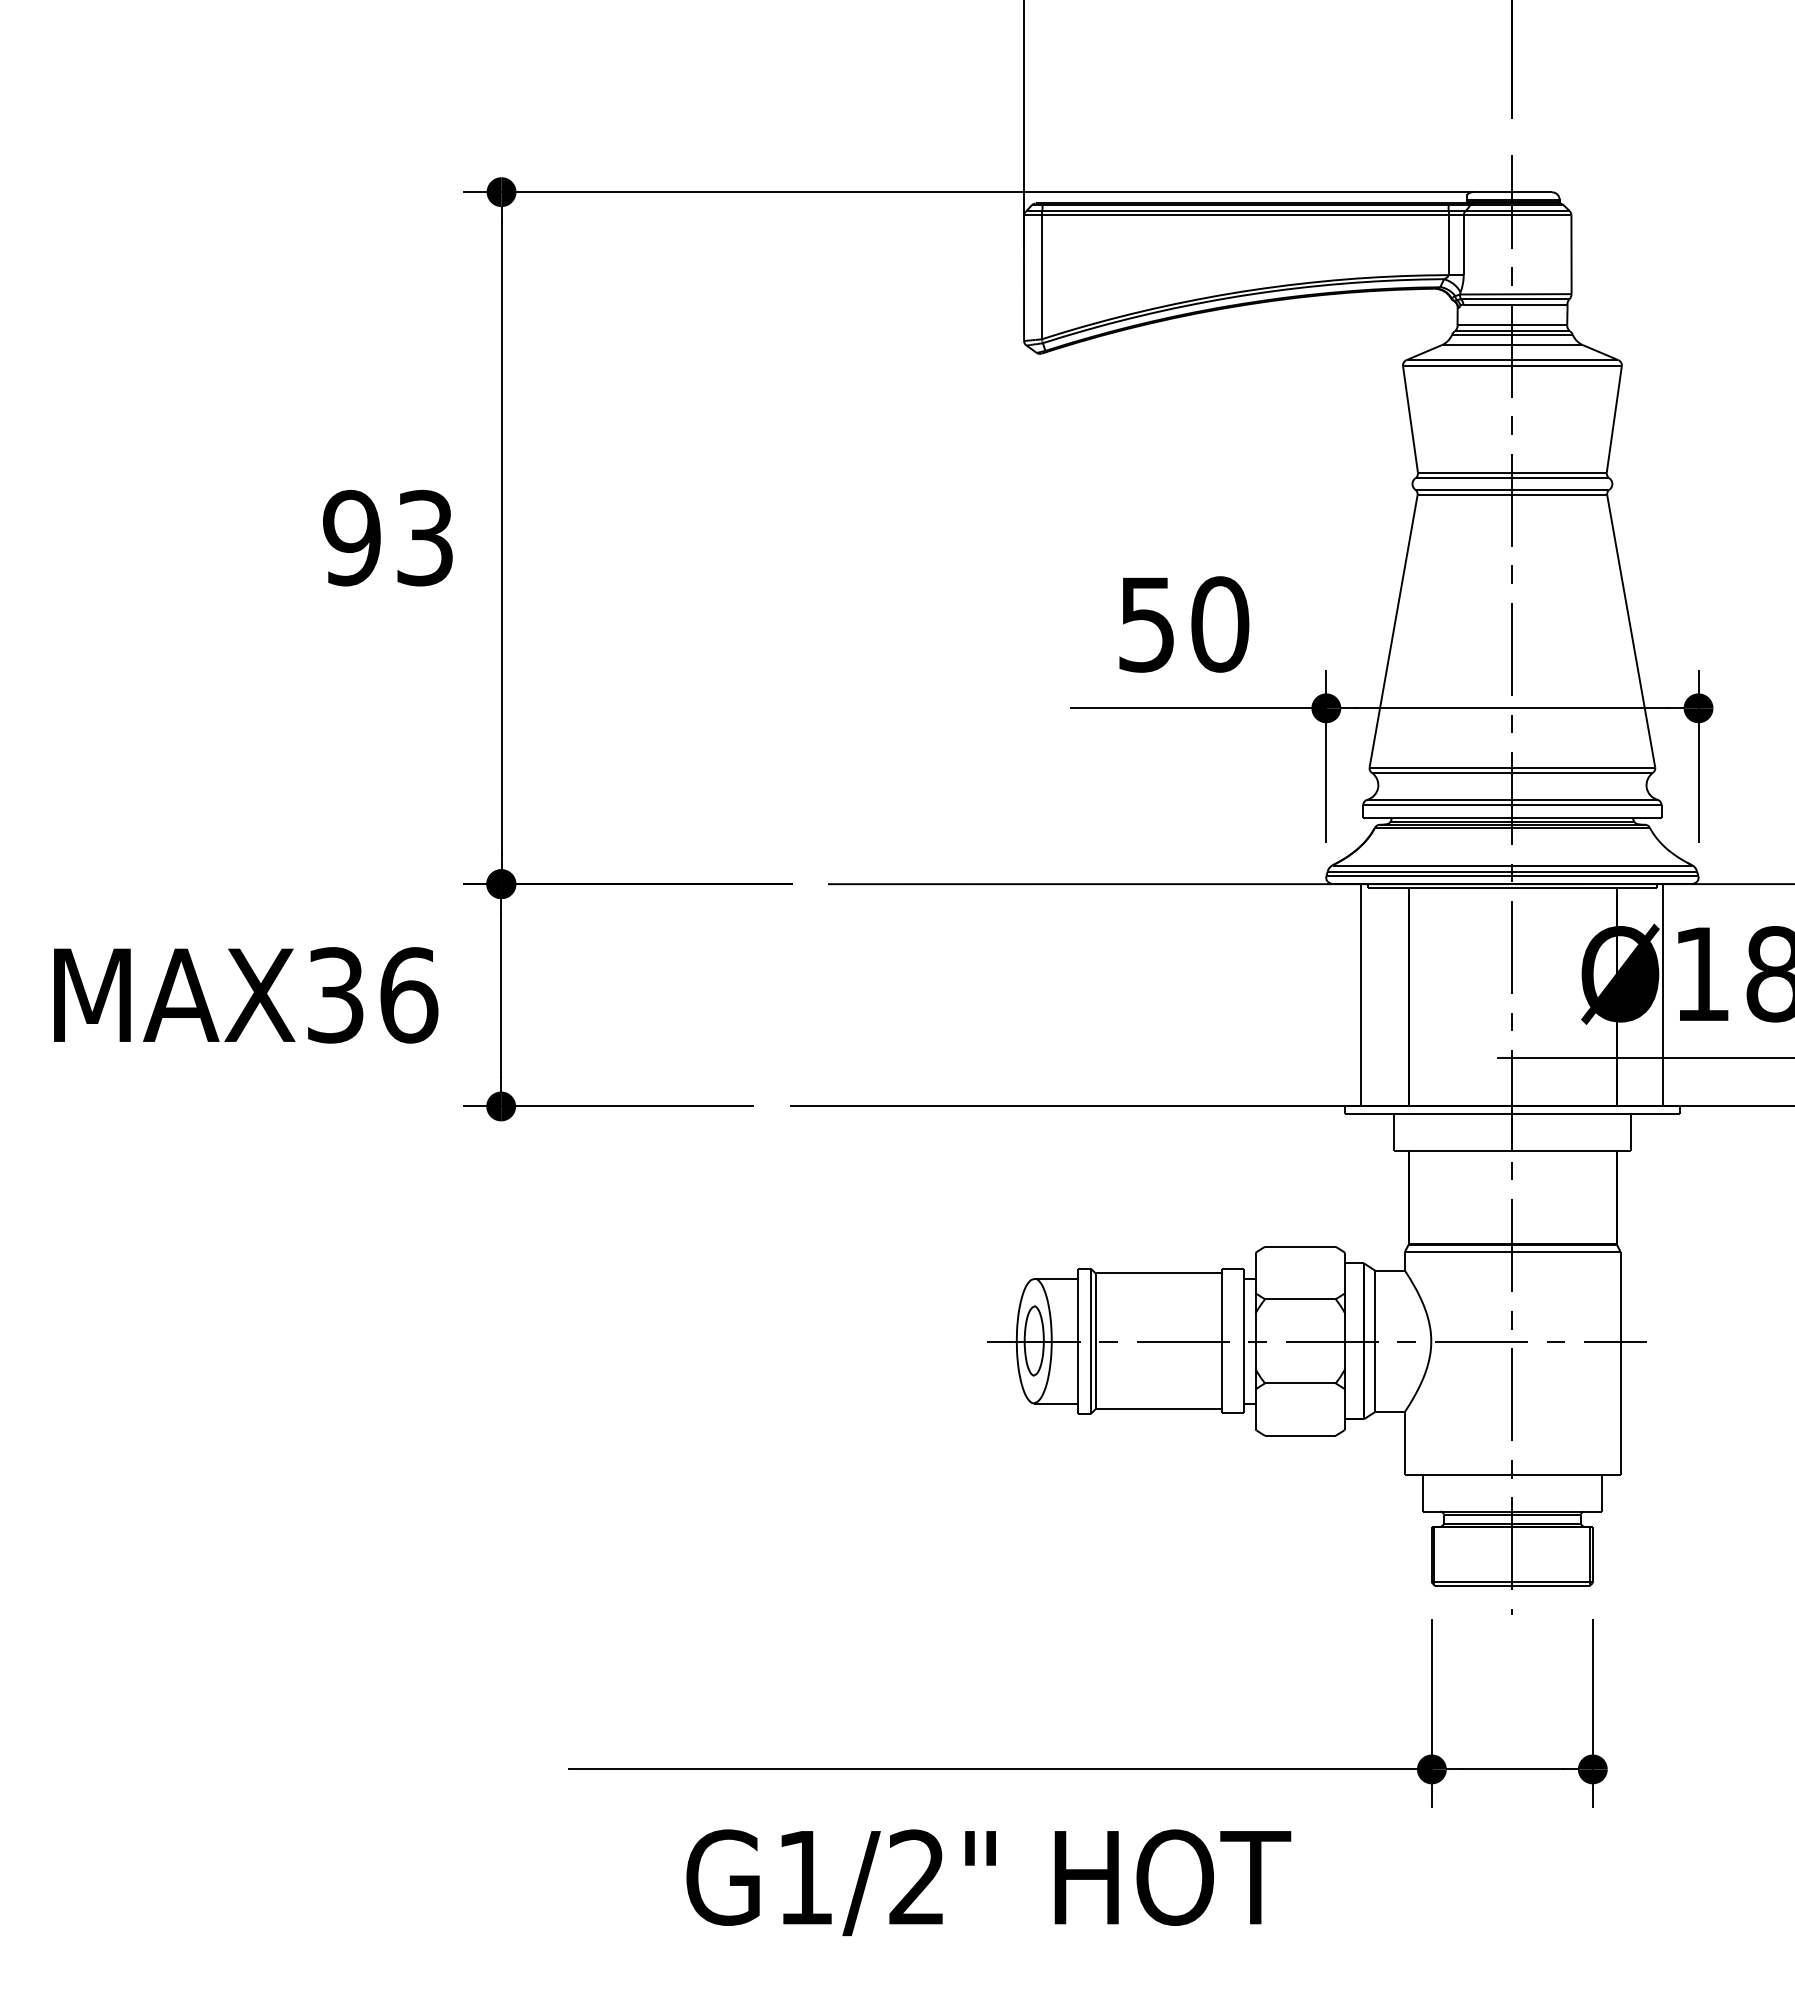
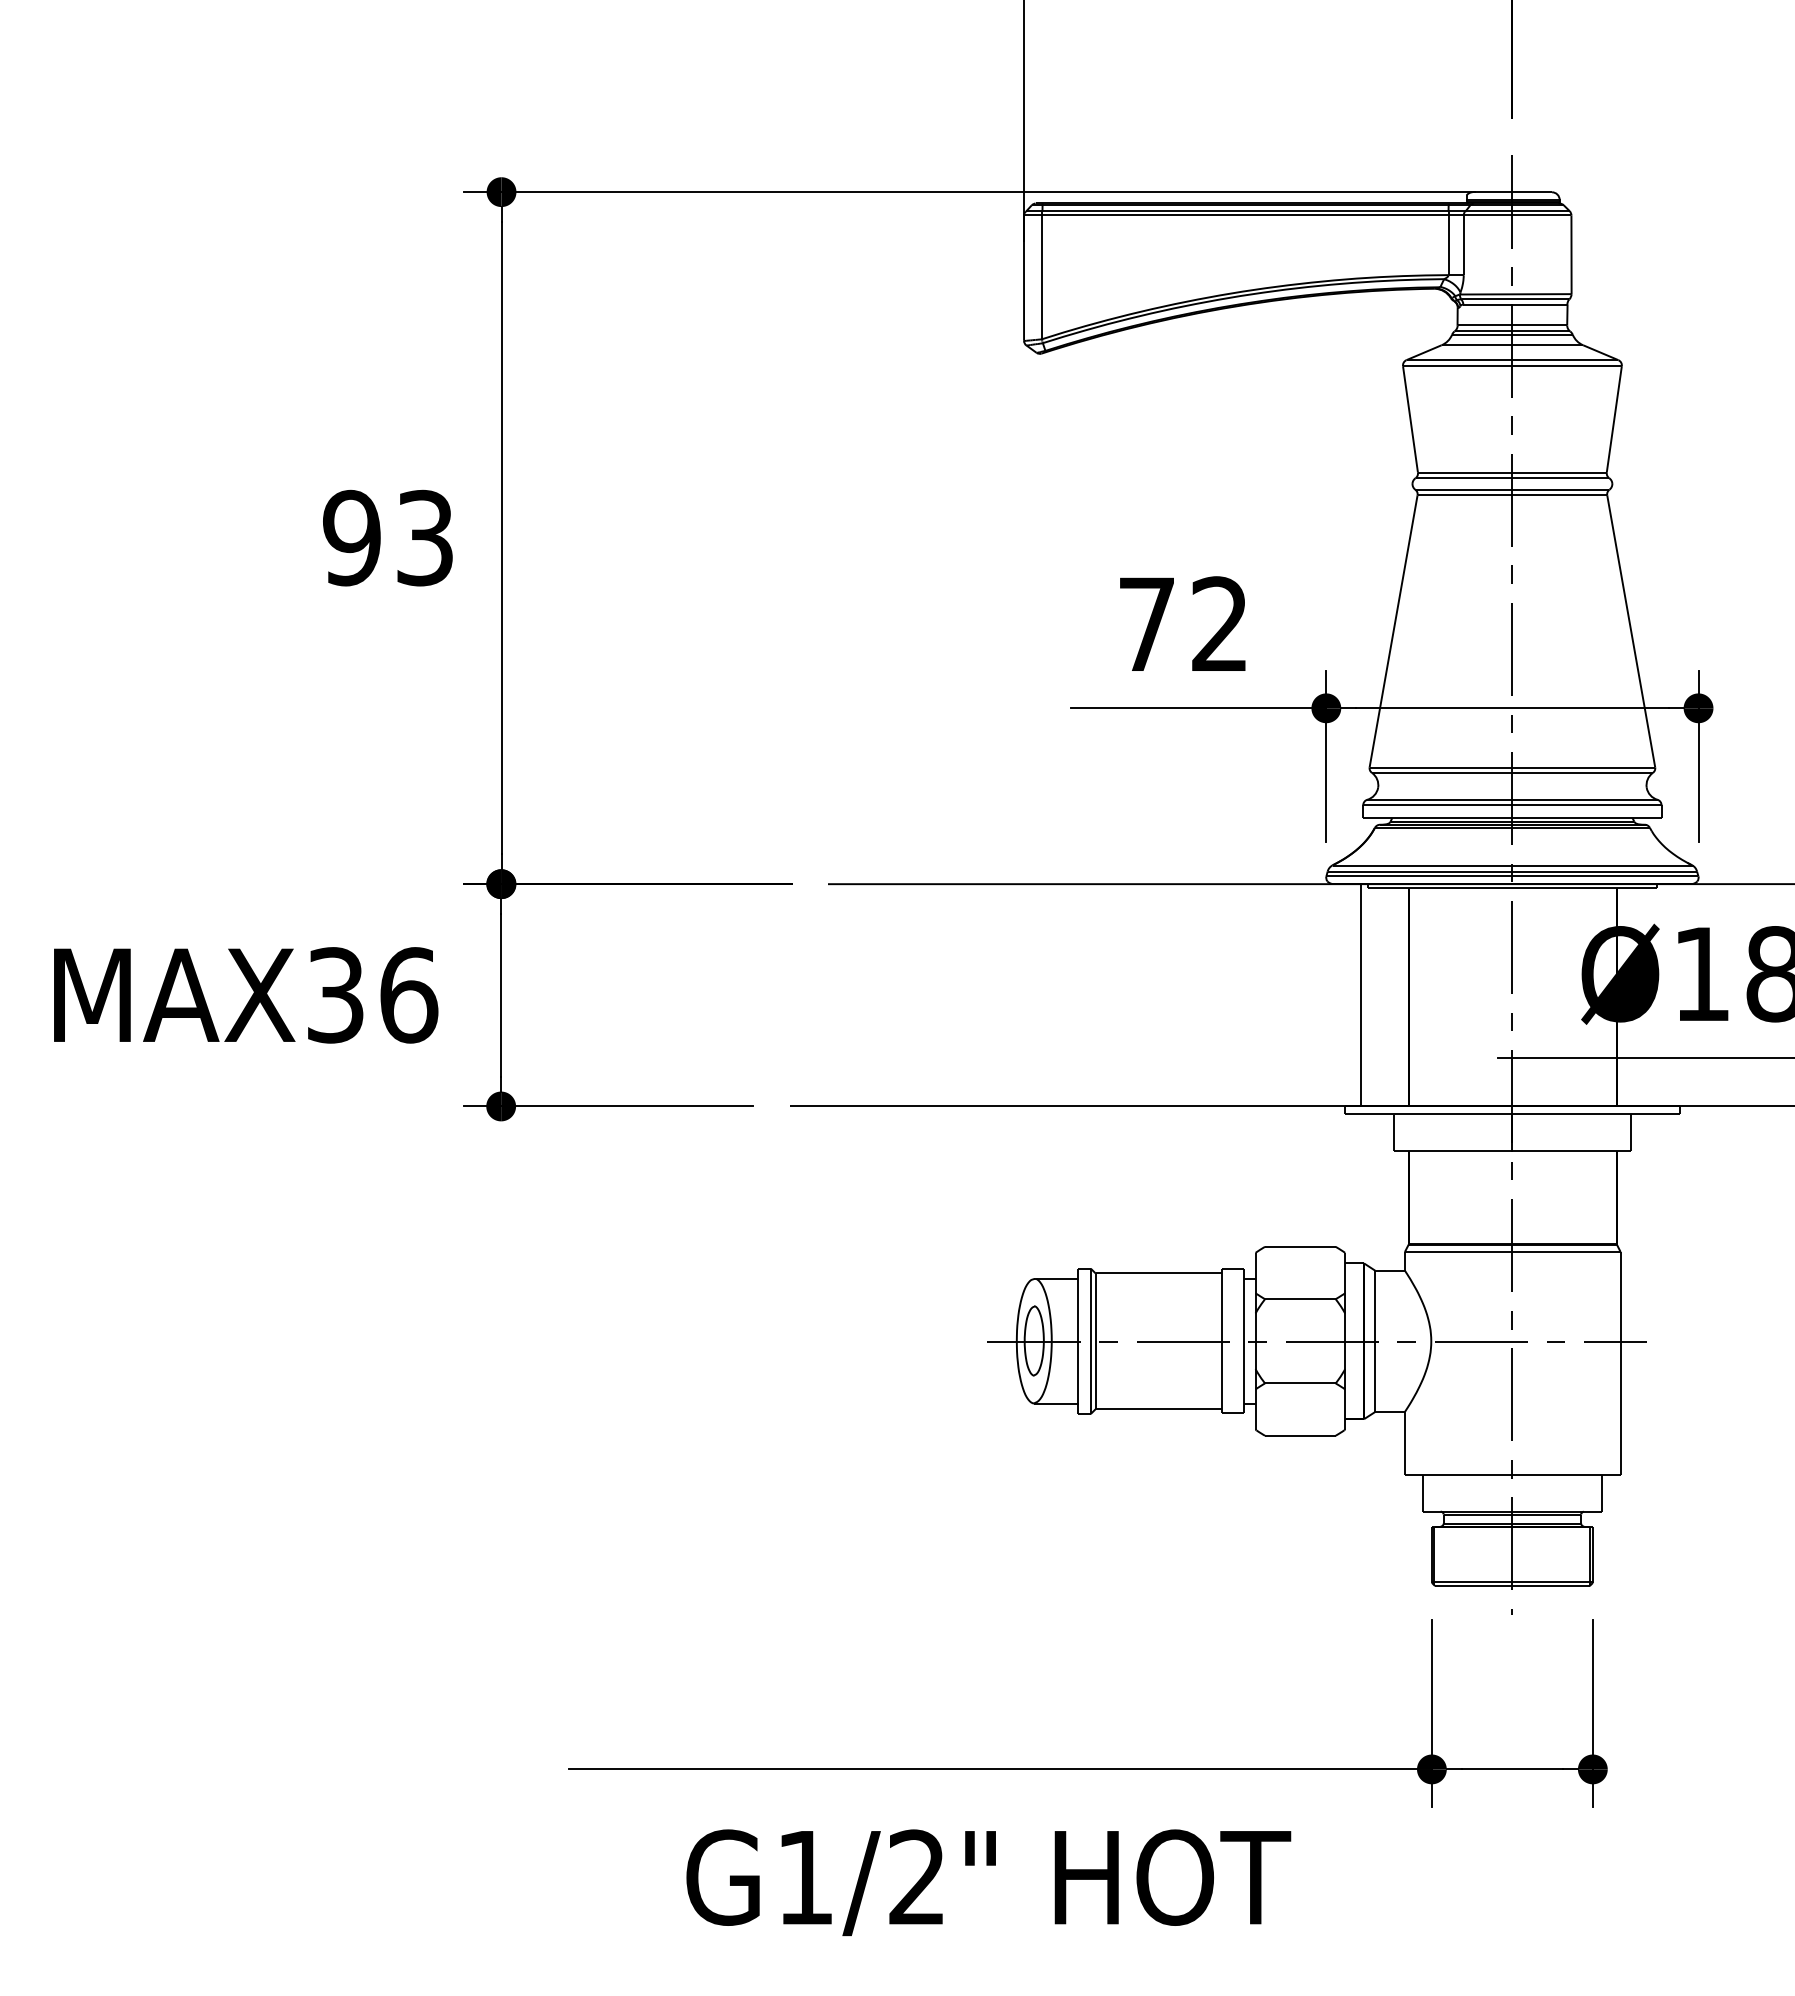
text at (1184, 624): 50 -> 72
line at (1663, 995): present -> none
